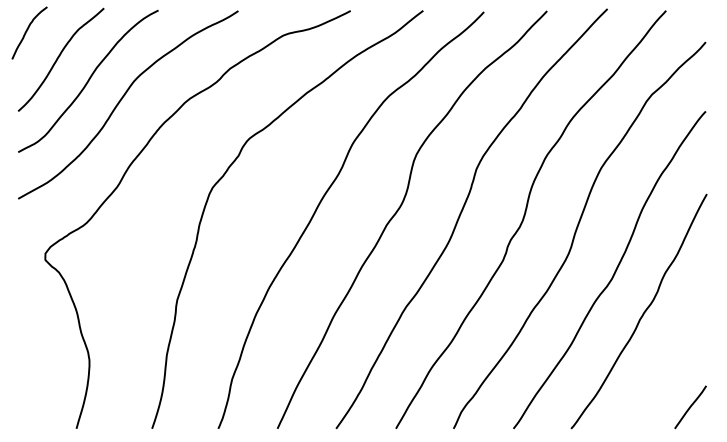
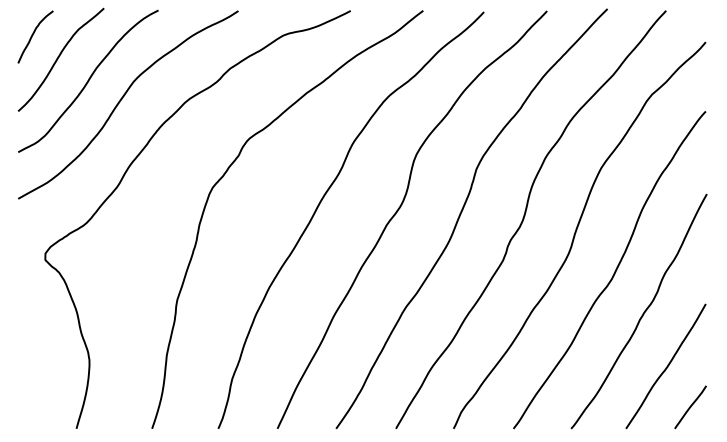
curve at (27, 31) position: (27, 31) -> (33, 35)
curve at (666, 366): none -> present
